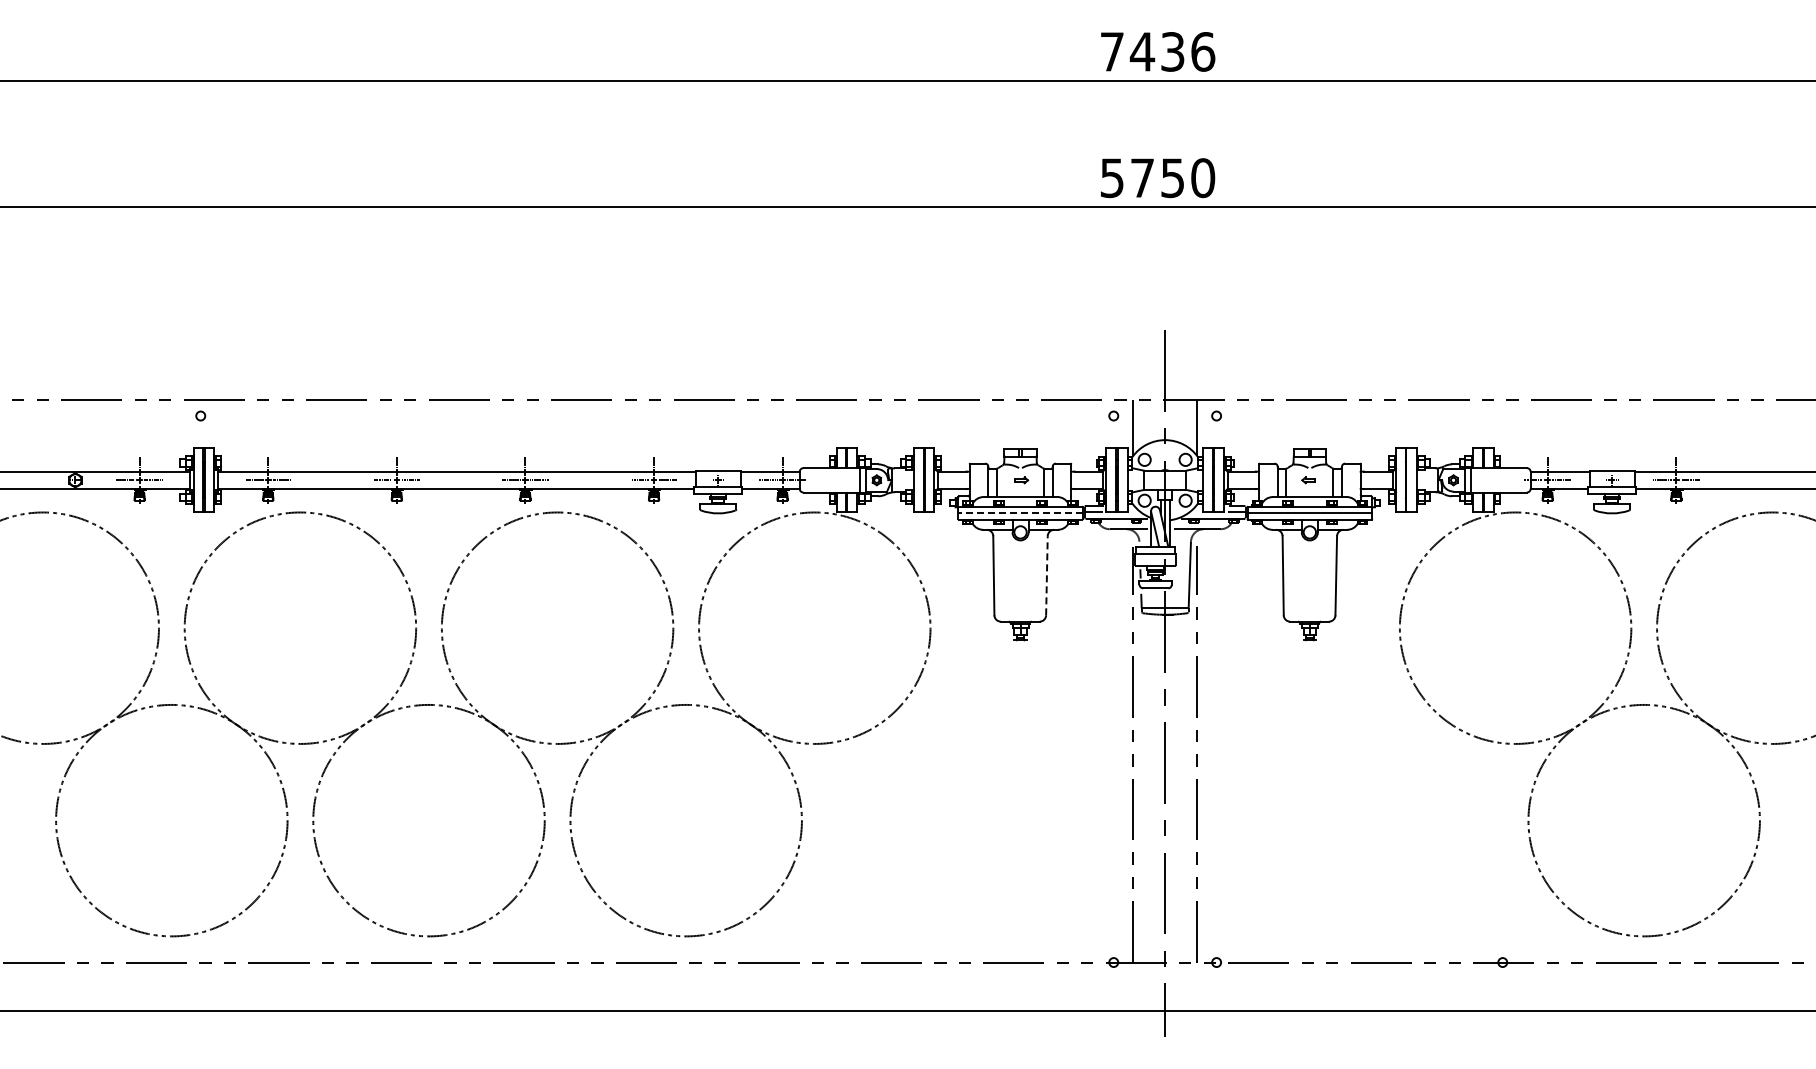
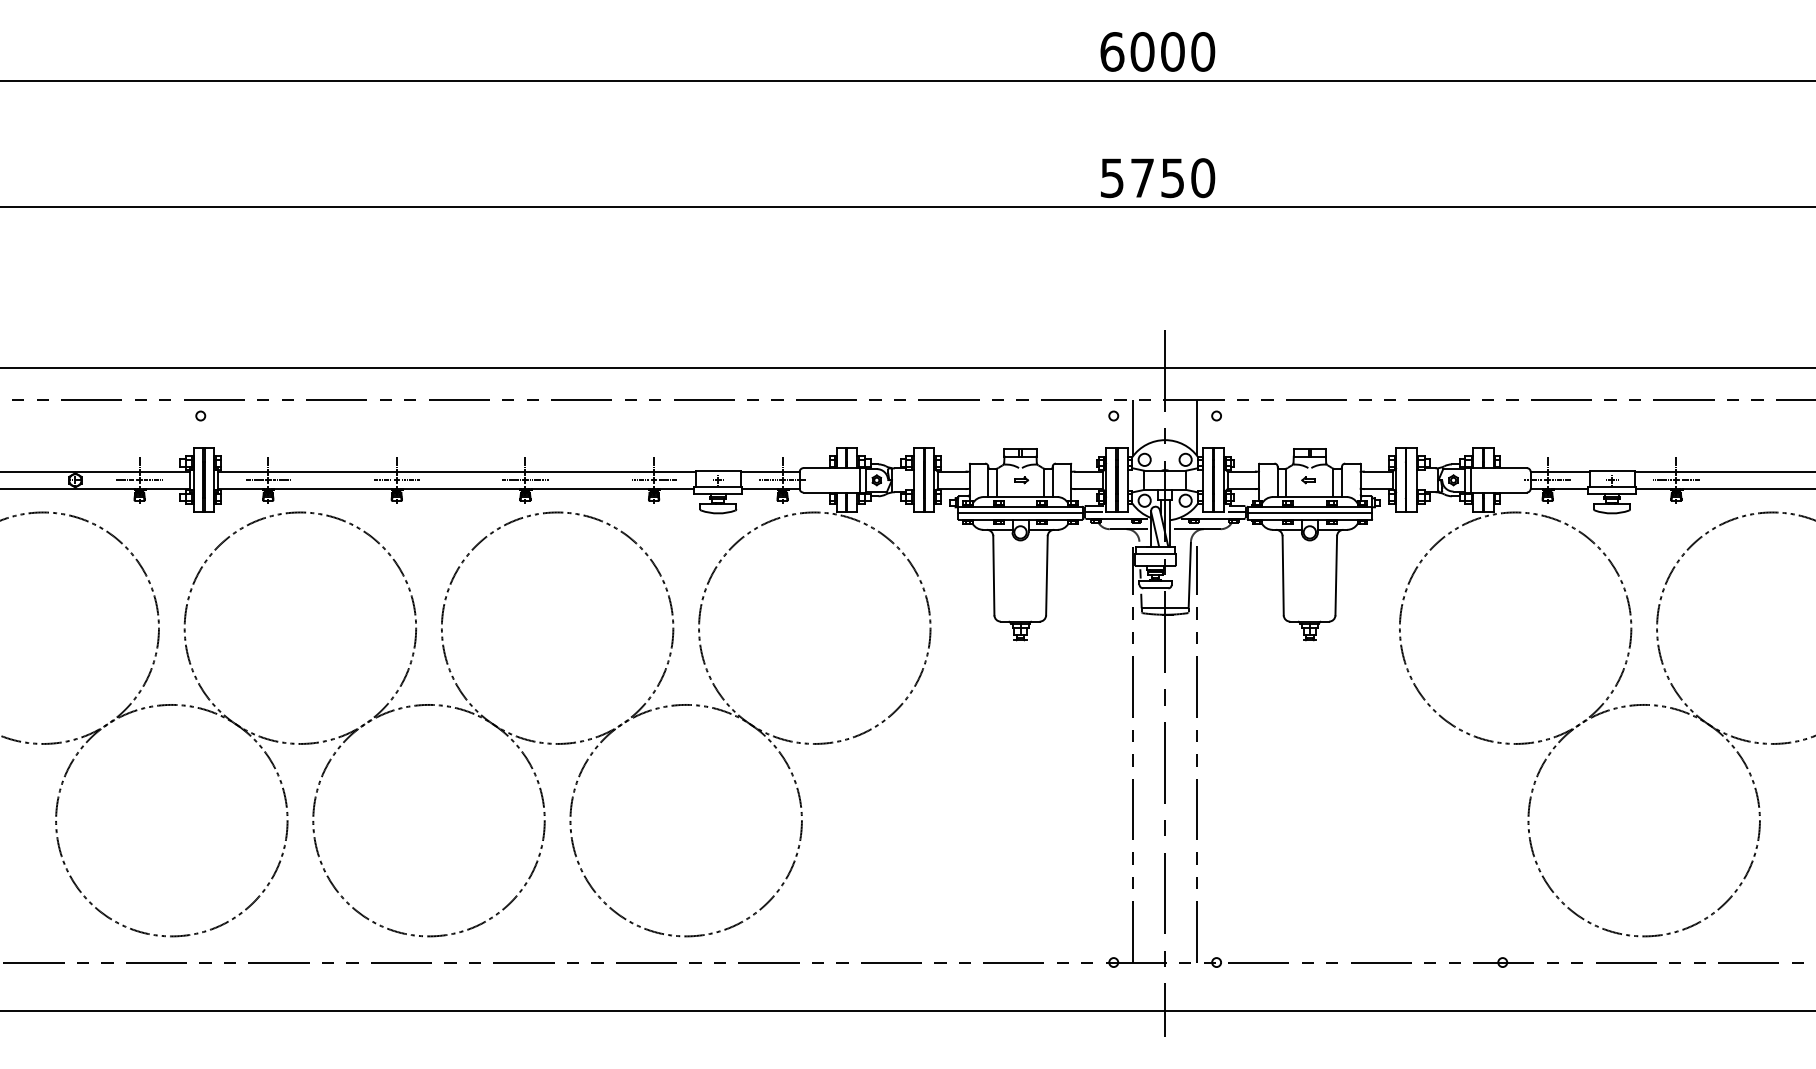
text at (1157, 51): 7436 -> 6000
line at (907, 367): none -> present
line at (1020, 513): dashed -> solid
line at (1046, 575): dashed -> solid
